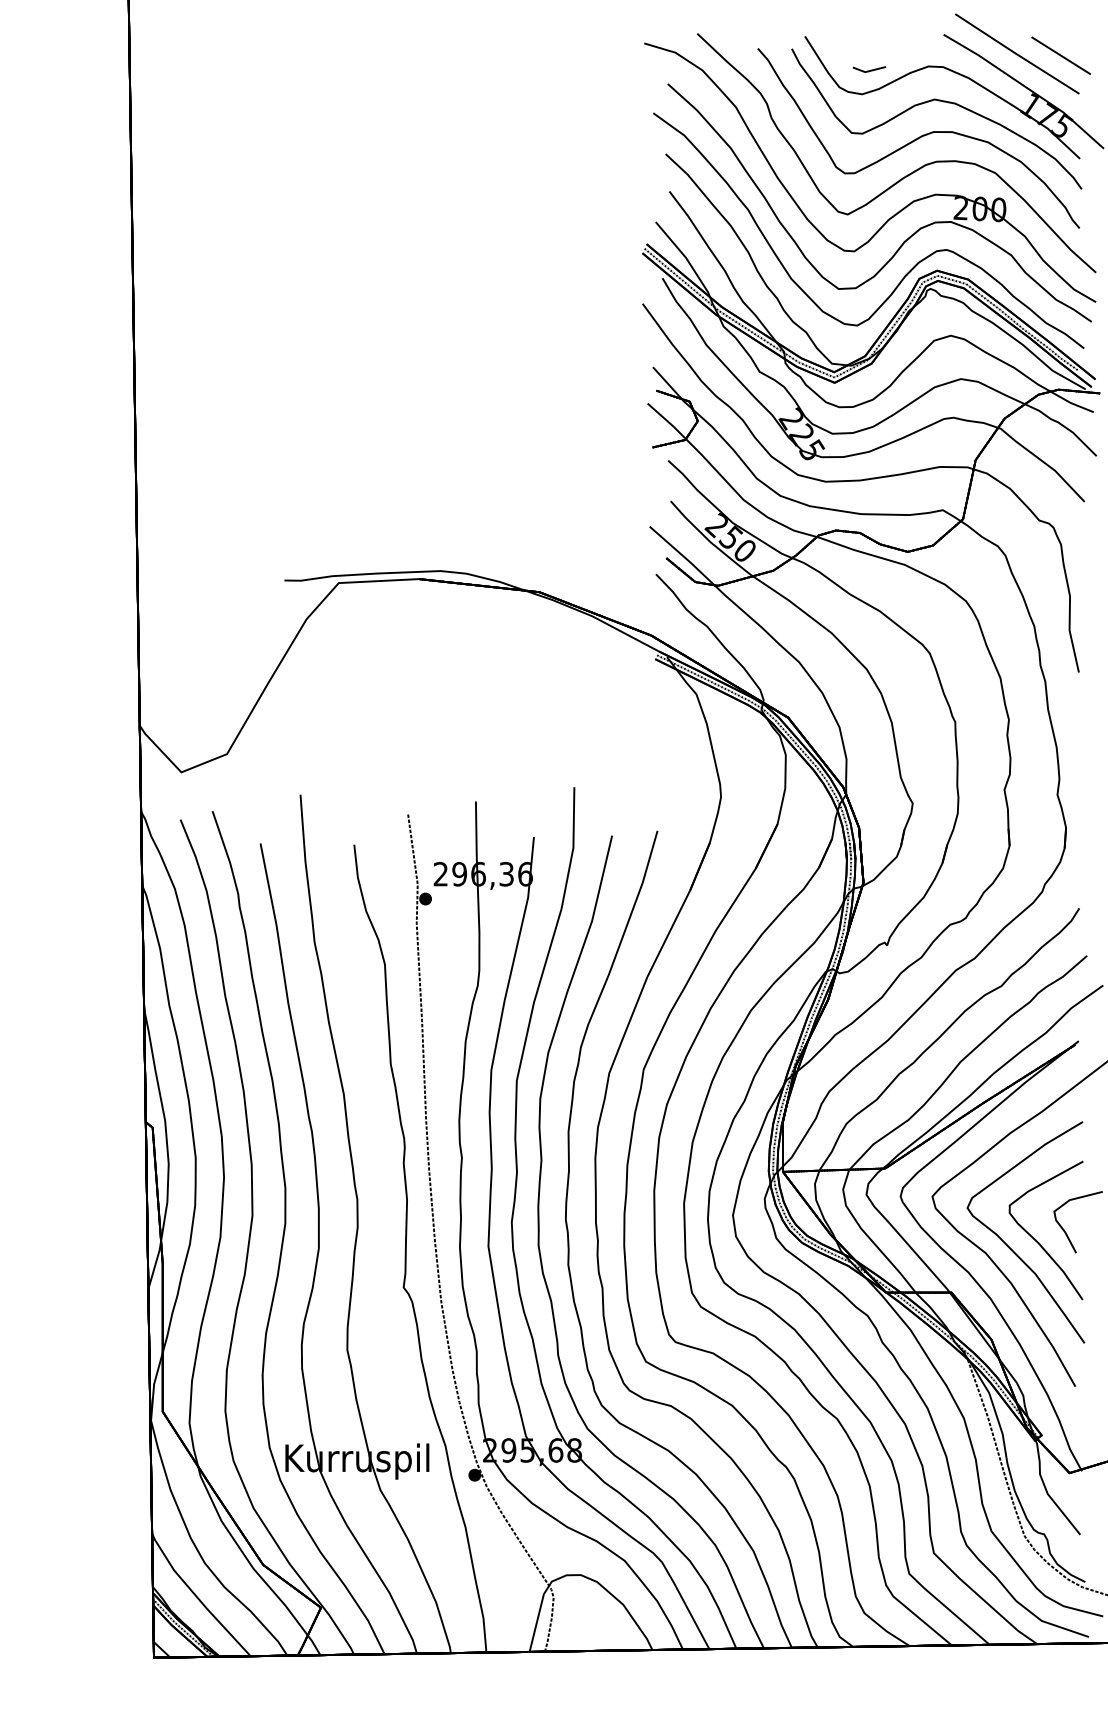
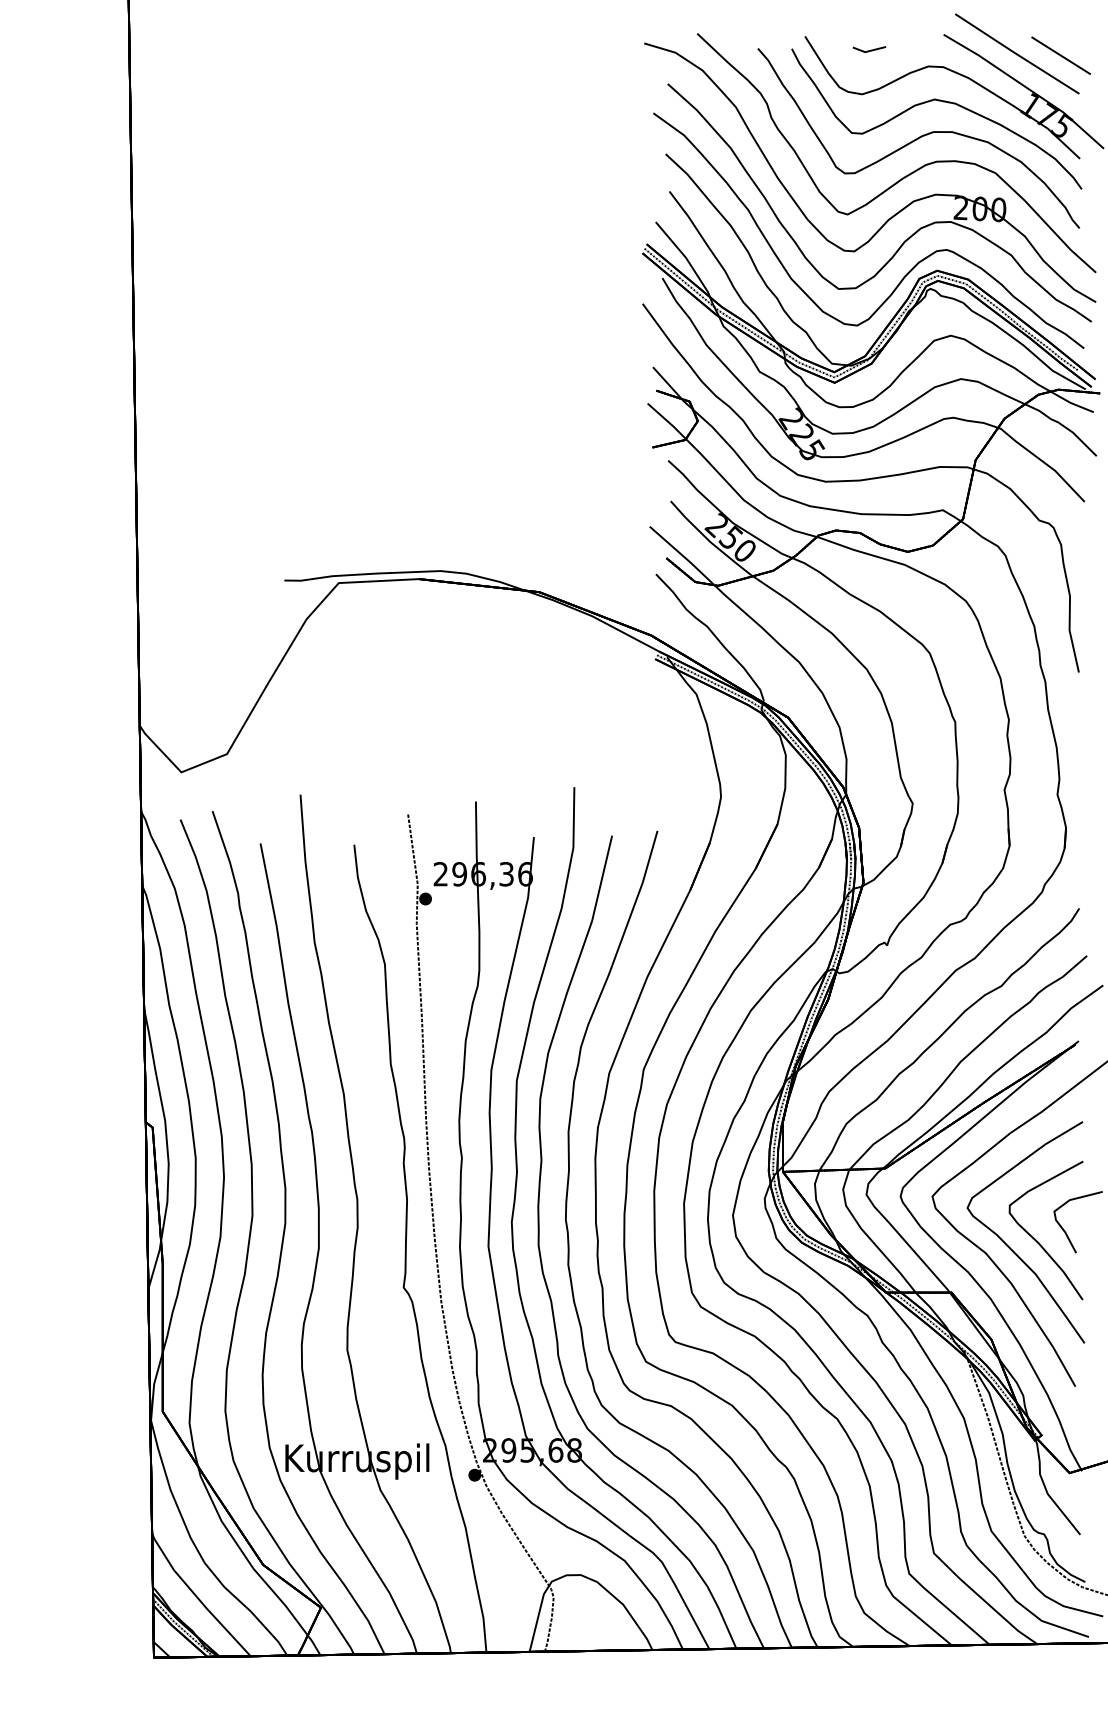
line at (870, 69) position: (870, 69) -> (870, 49)
